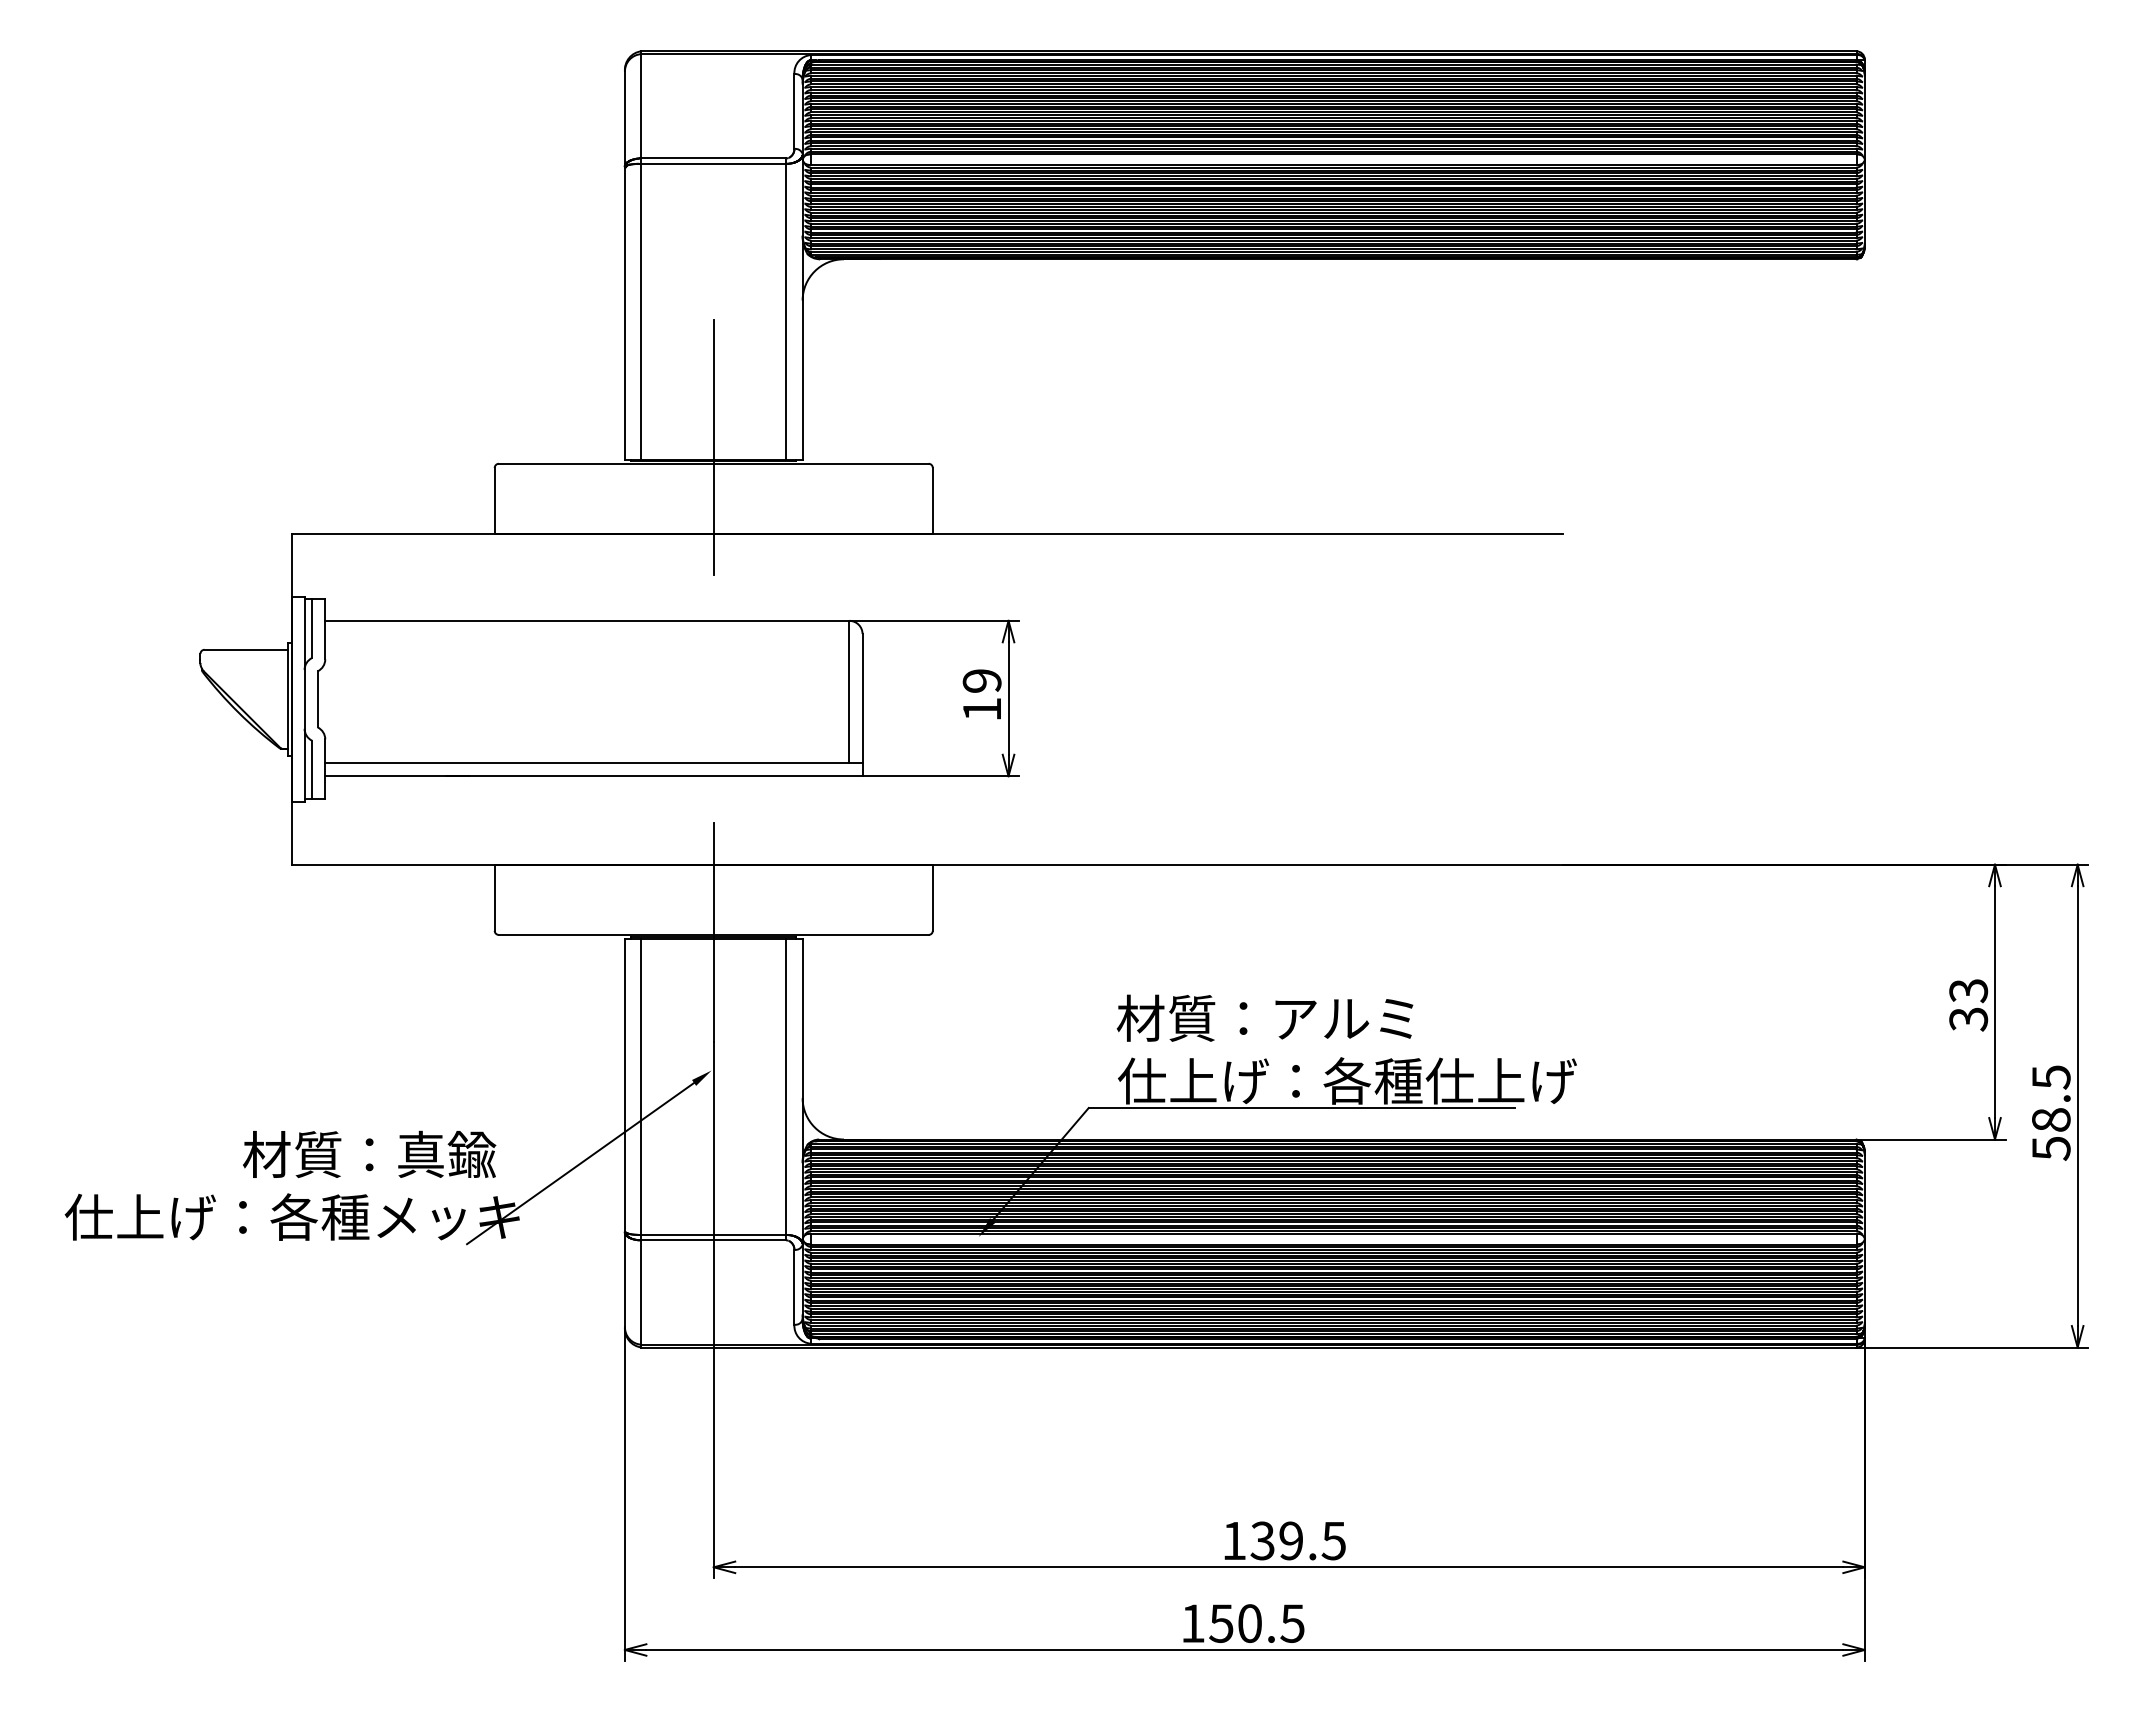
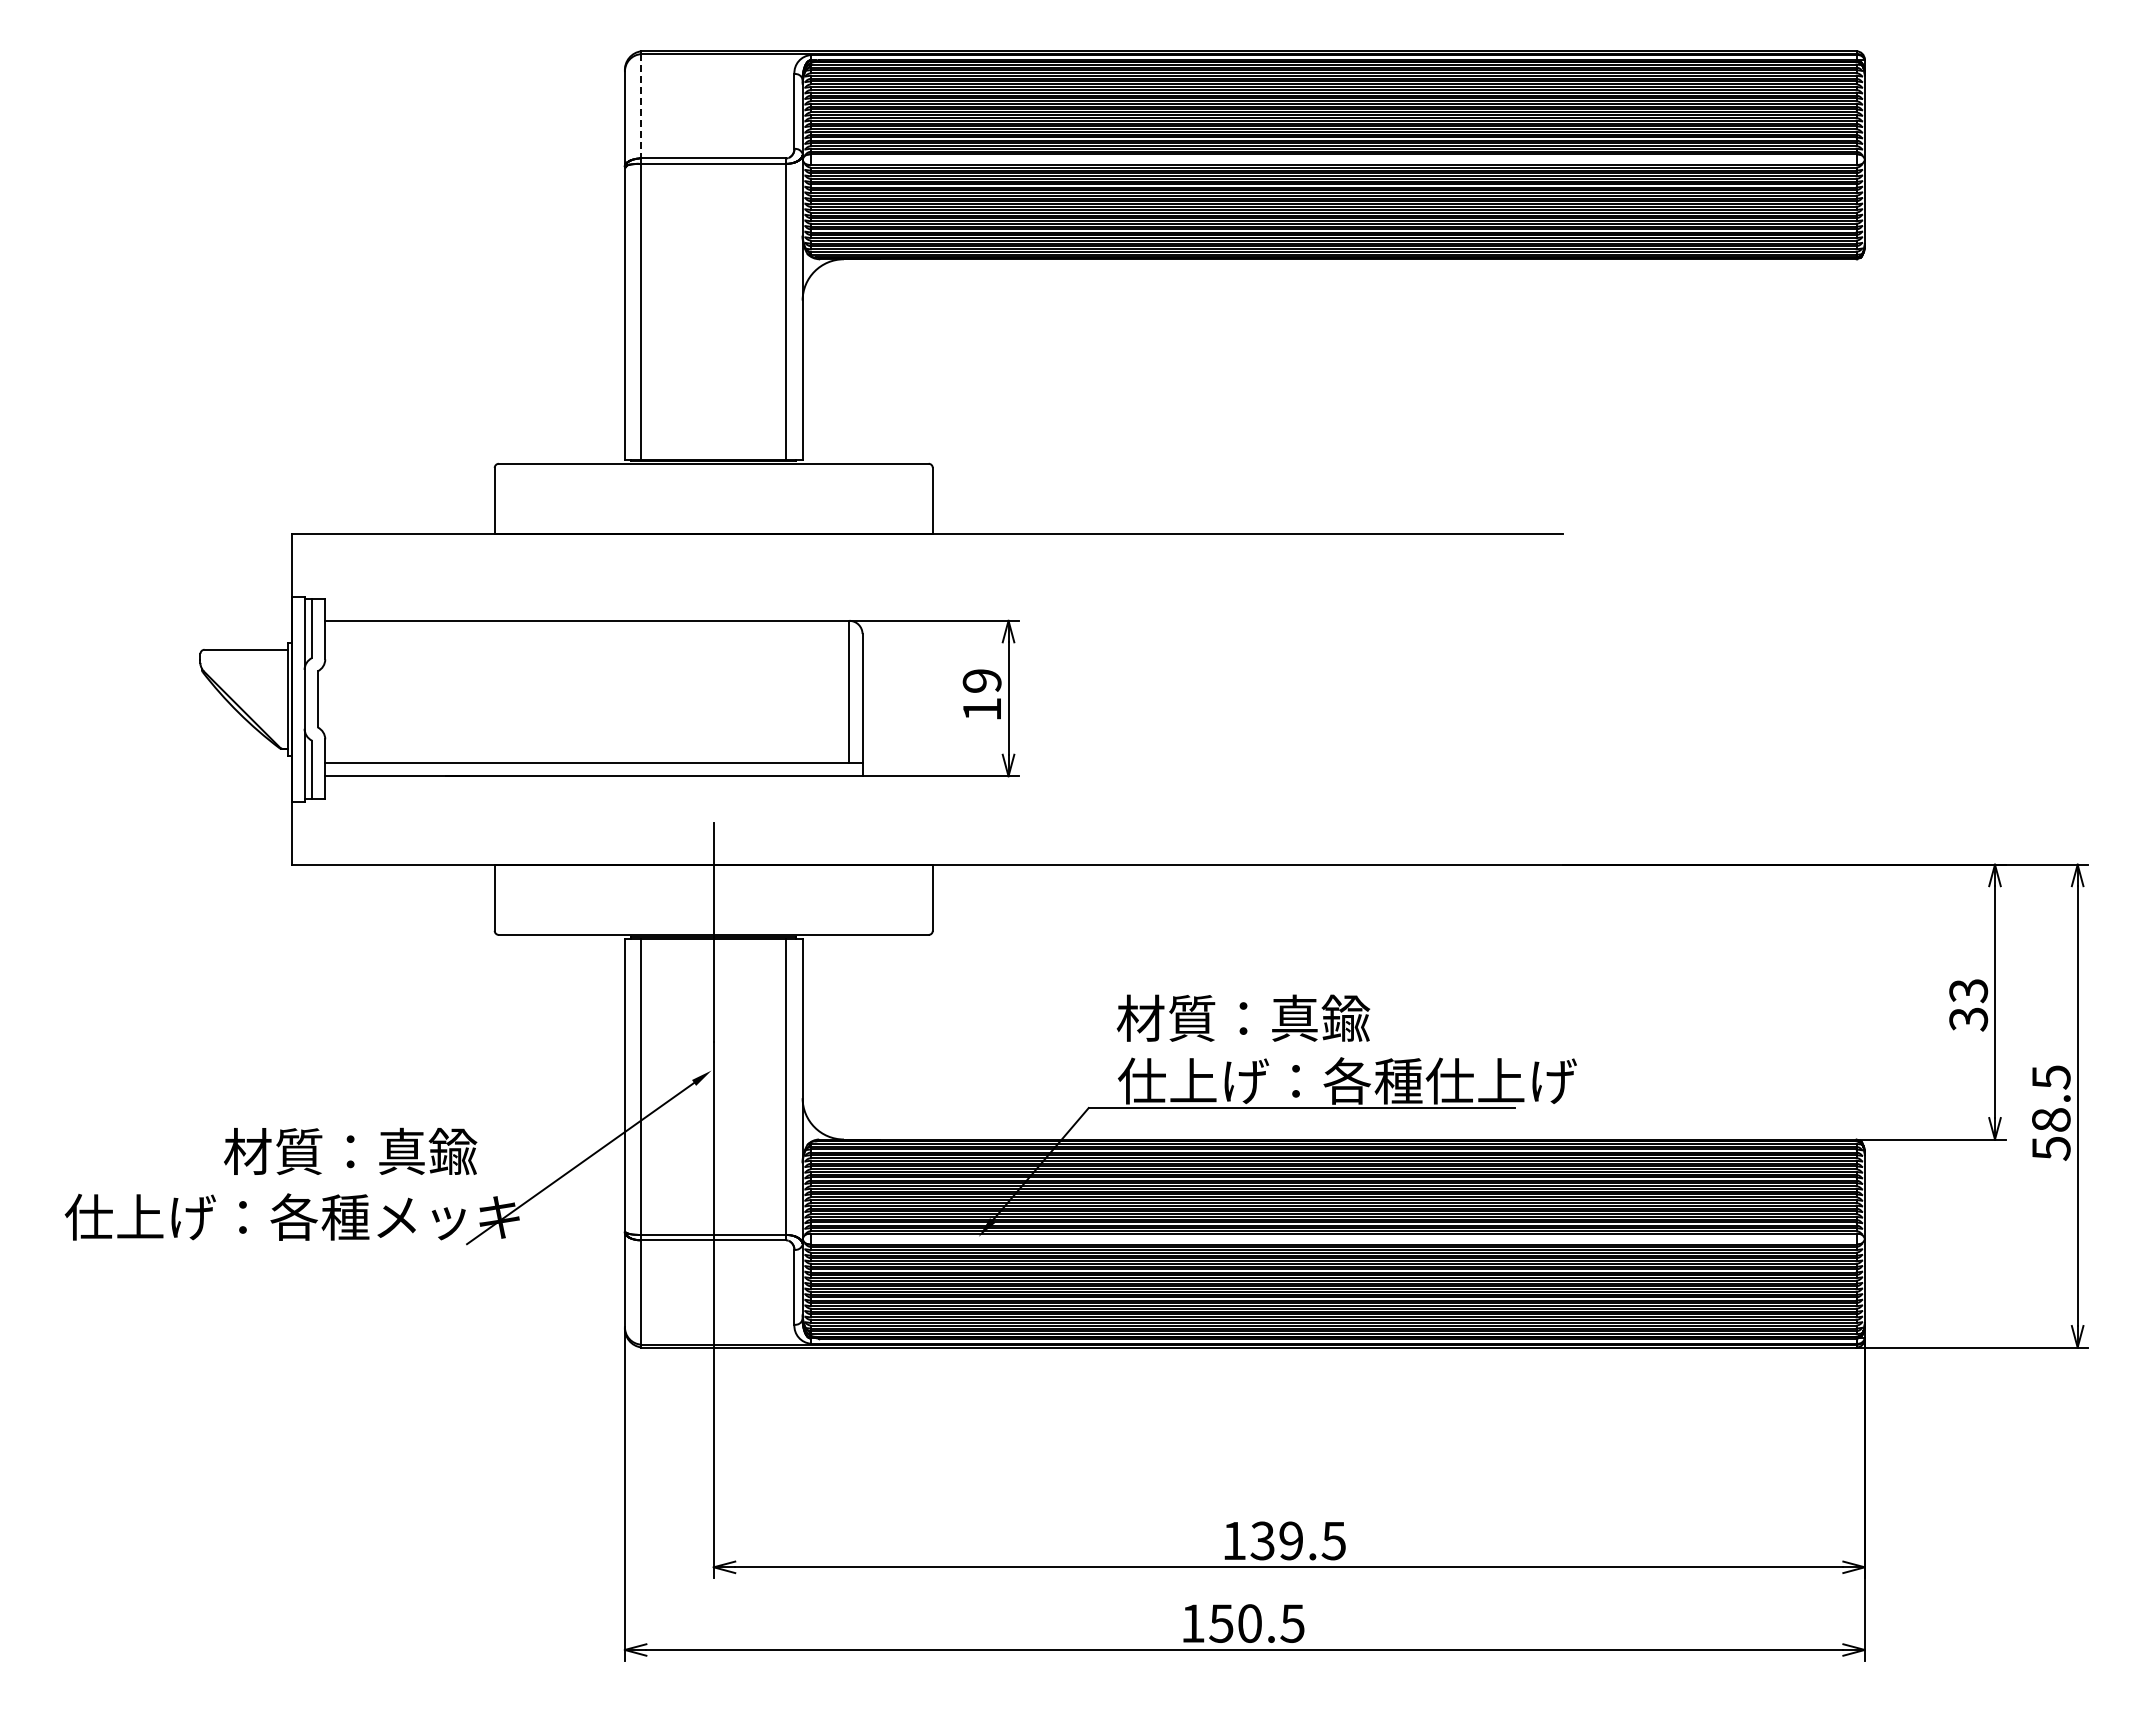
line at (641, 106): solid -> dashed
line at (713, 447): present -> none
text at (1342, 1017): 材質：アルミ -> 材質：真鍮
text at (369, 1154) position: (369, 1154) -> (350, 1151)
